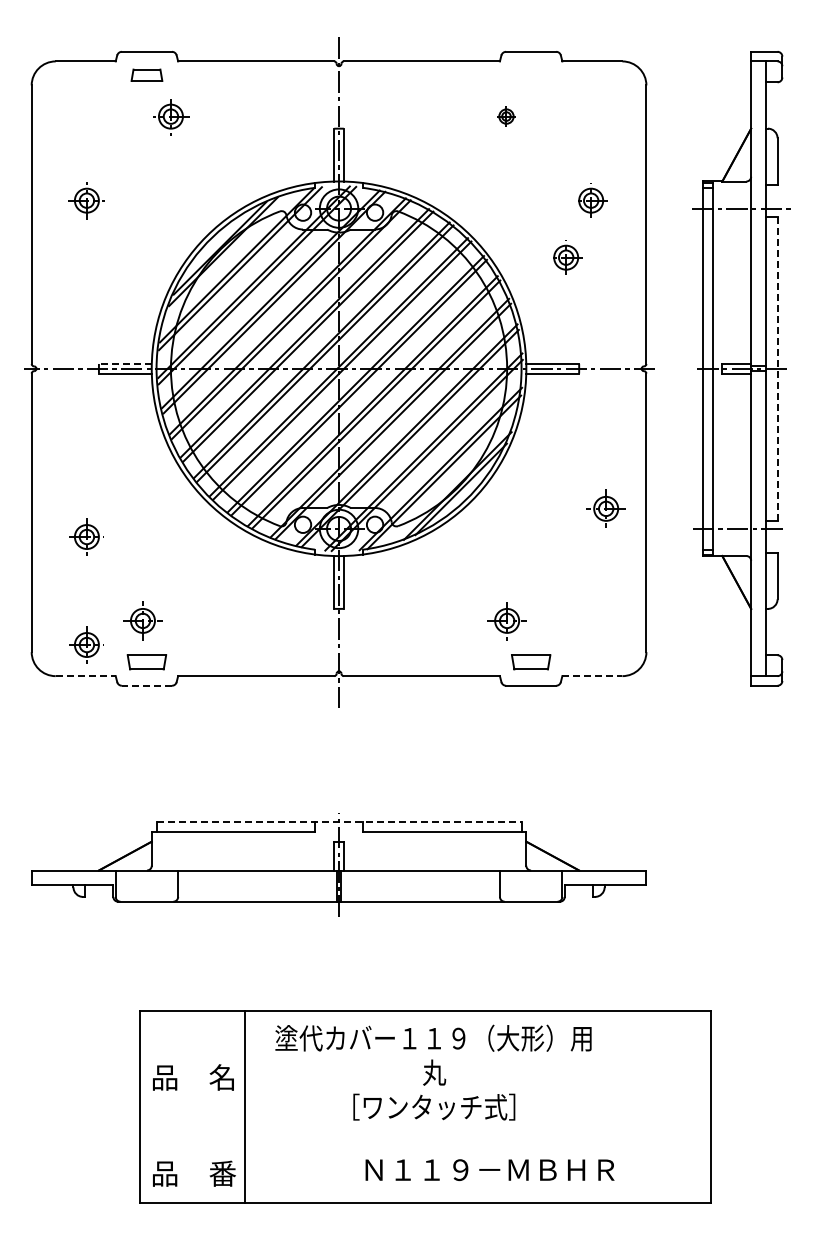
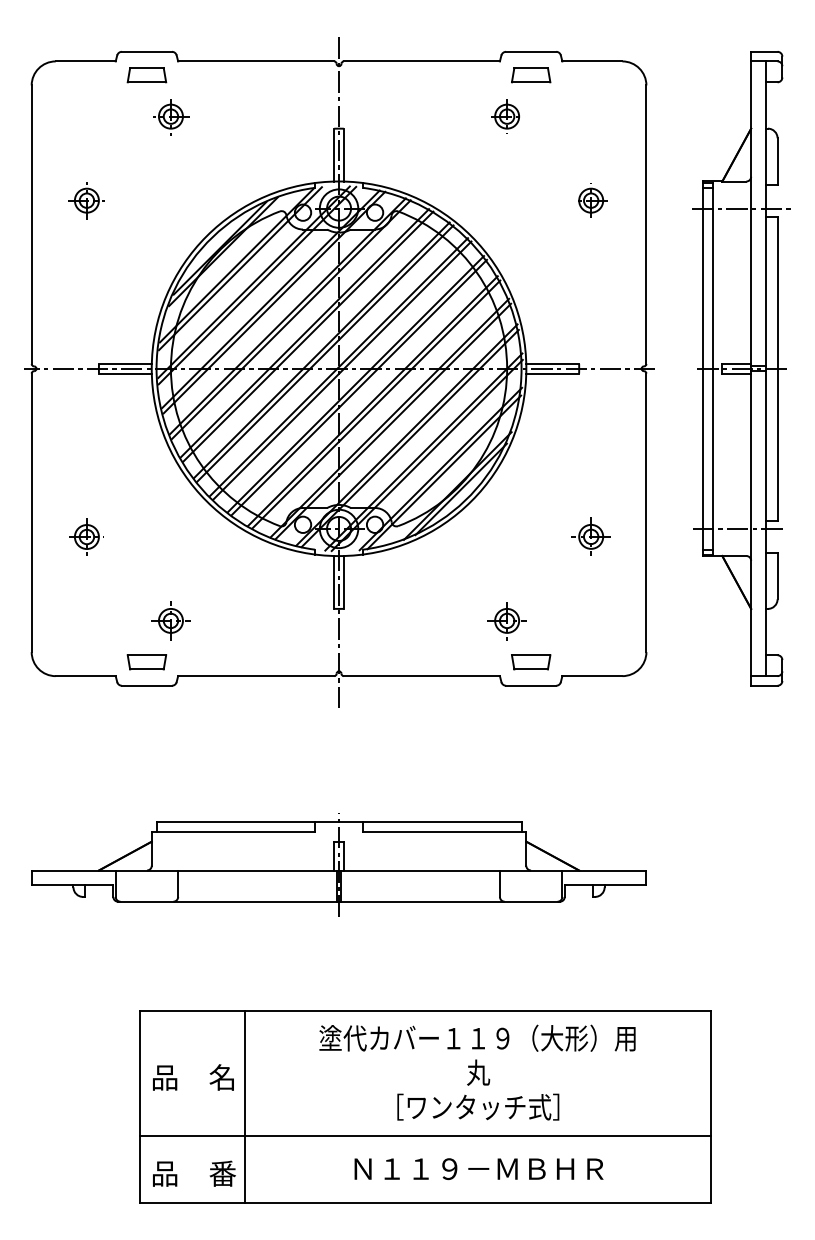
part at (146, 74) size: 34x14 px -> 42x17 px
part at (531, 75): none -> present
part at (506, 116) size: 19x21 px -> 29x35 px
part at (567, 257): present -> none
line at (124, 363): dashed -> solid
line at (777, 369): dashed -> solid
part at (605, 508) position: (605, 508) -> (590, 536)
part at (142, 620) position: (142, 620) -> (170, 620)
part at (86, 644): present -> none
line at (86, 676): dashed -> solid
line at (592, 676): dashed -> solid
line at (146, 685): dashed -> solid
line at (339, 822): dashed -> solid
text at (433, 1072) position: (433, 1072) -> (477, 1072)
line at (425, 1135): none -> present
text at (489, 1169) position: (489, 1169) -> (478, 1168)
